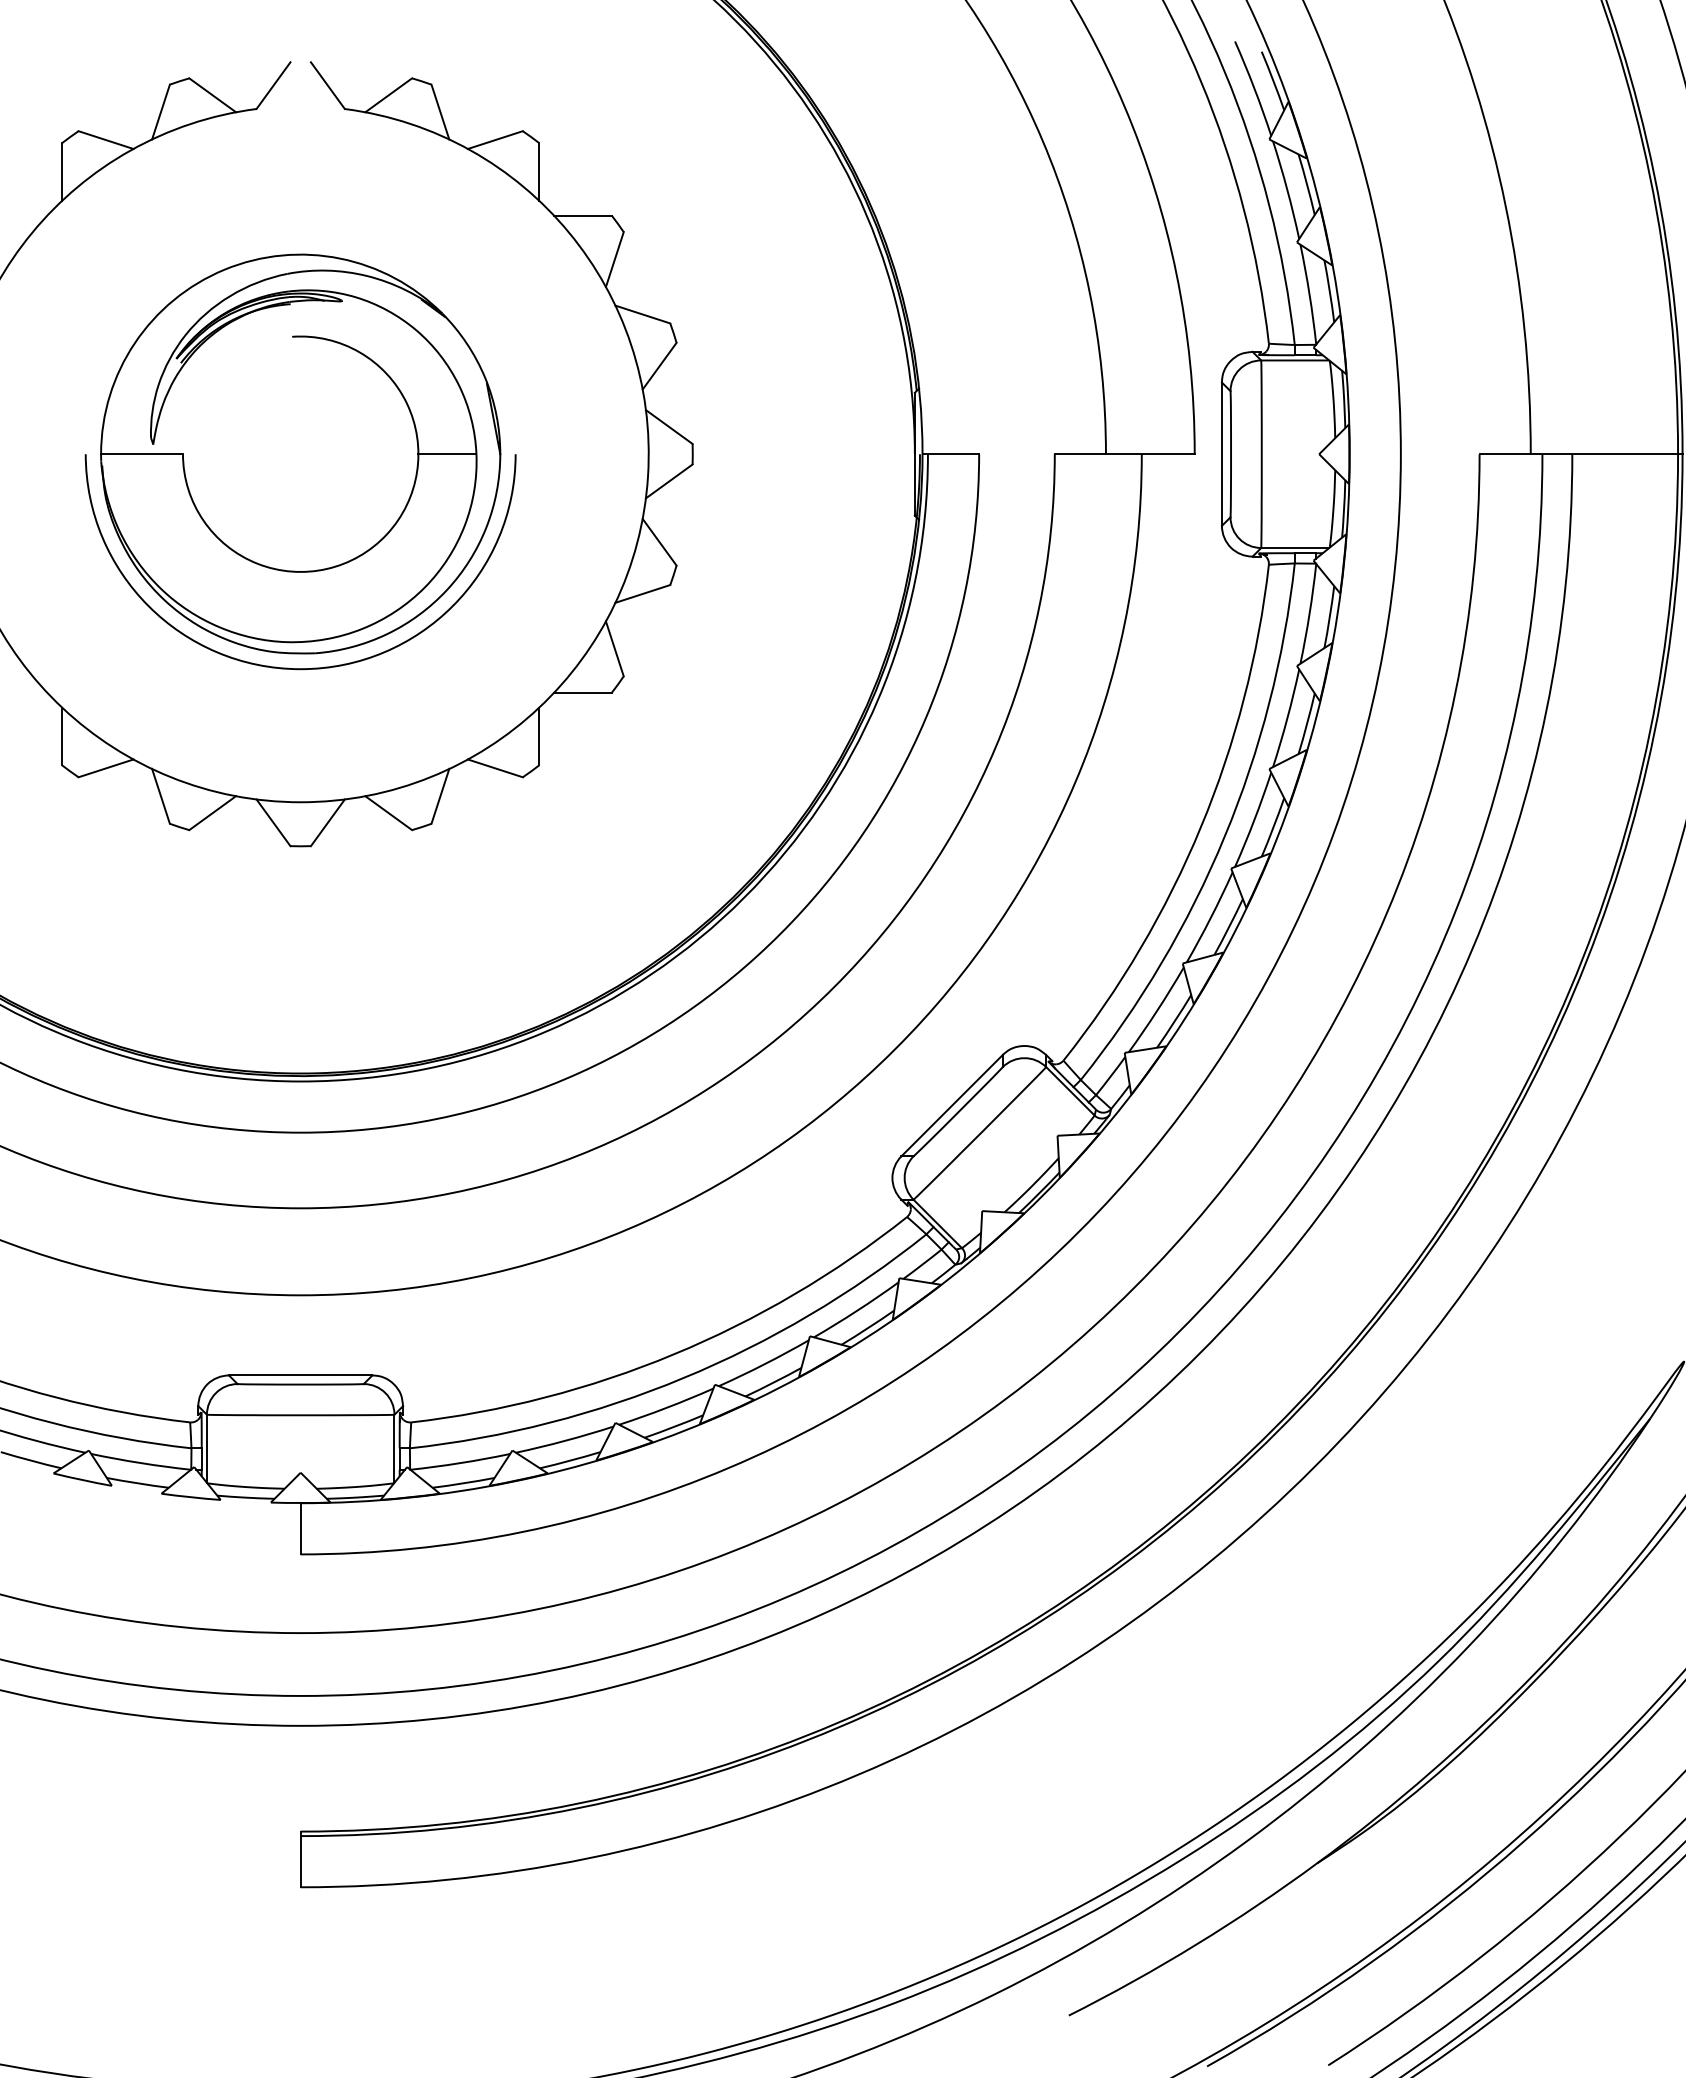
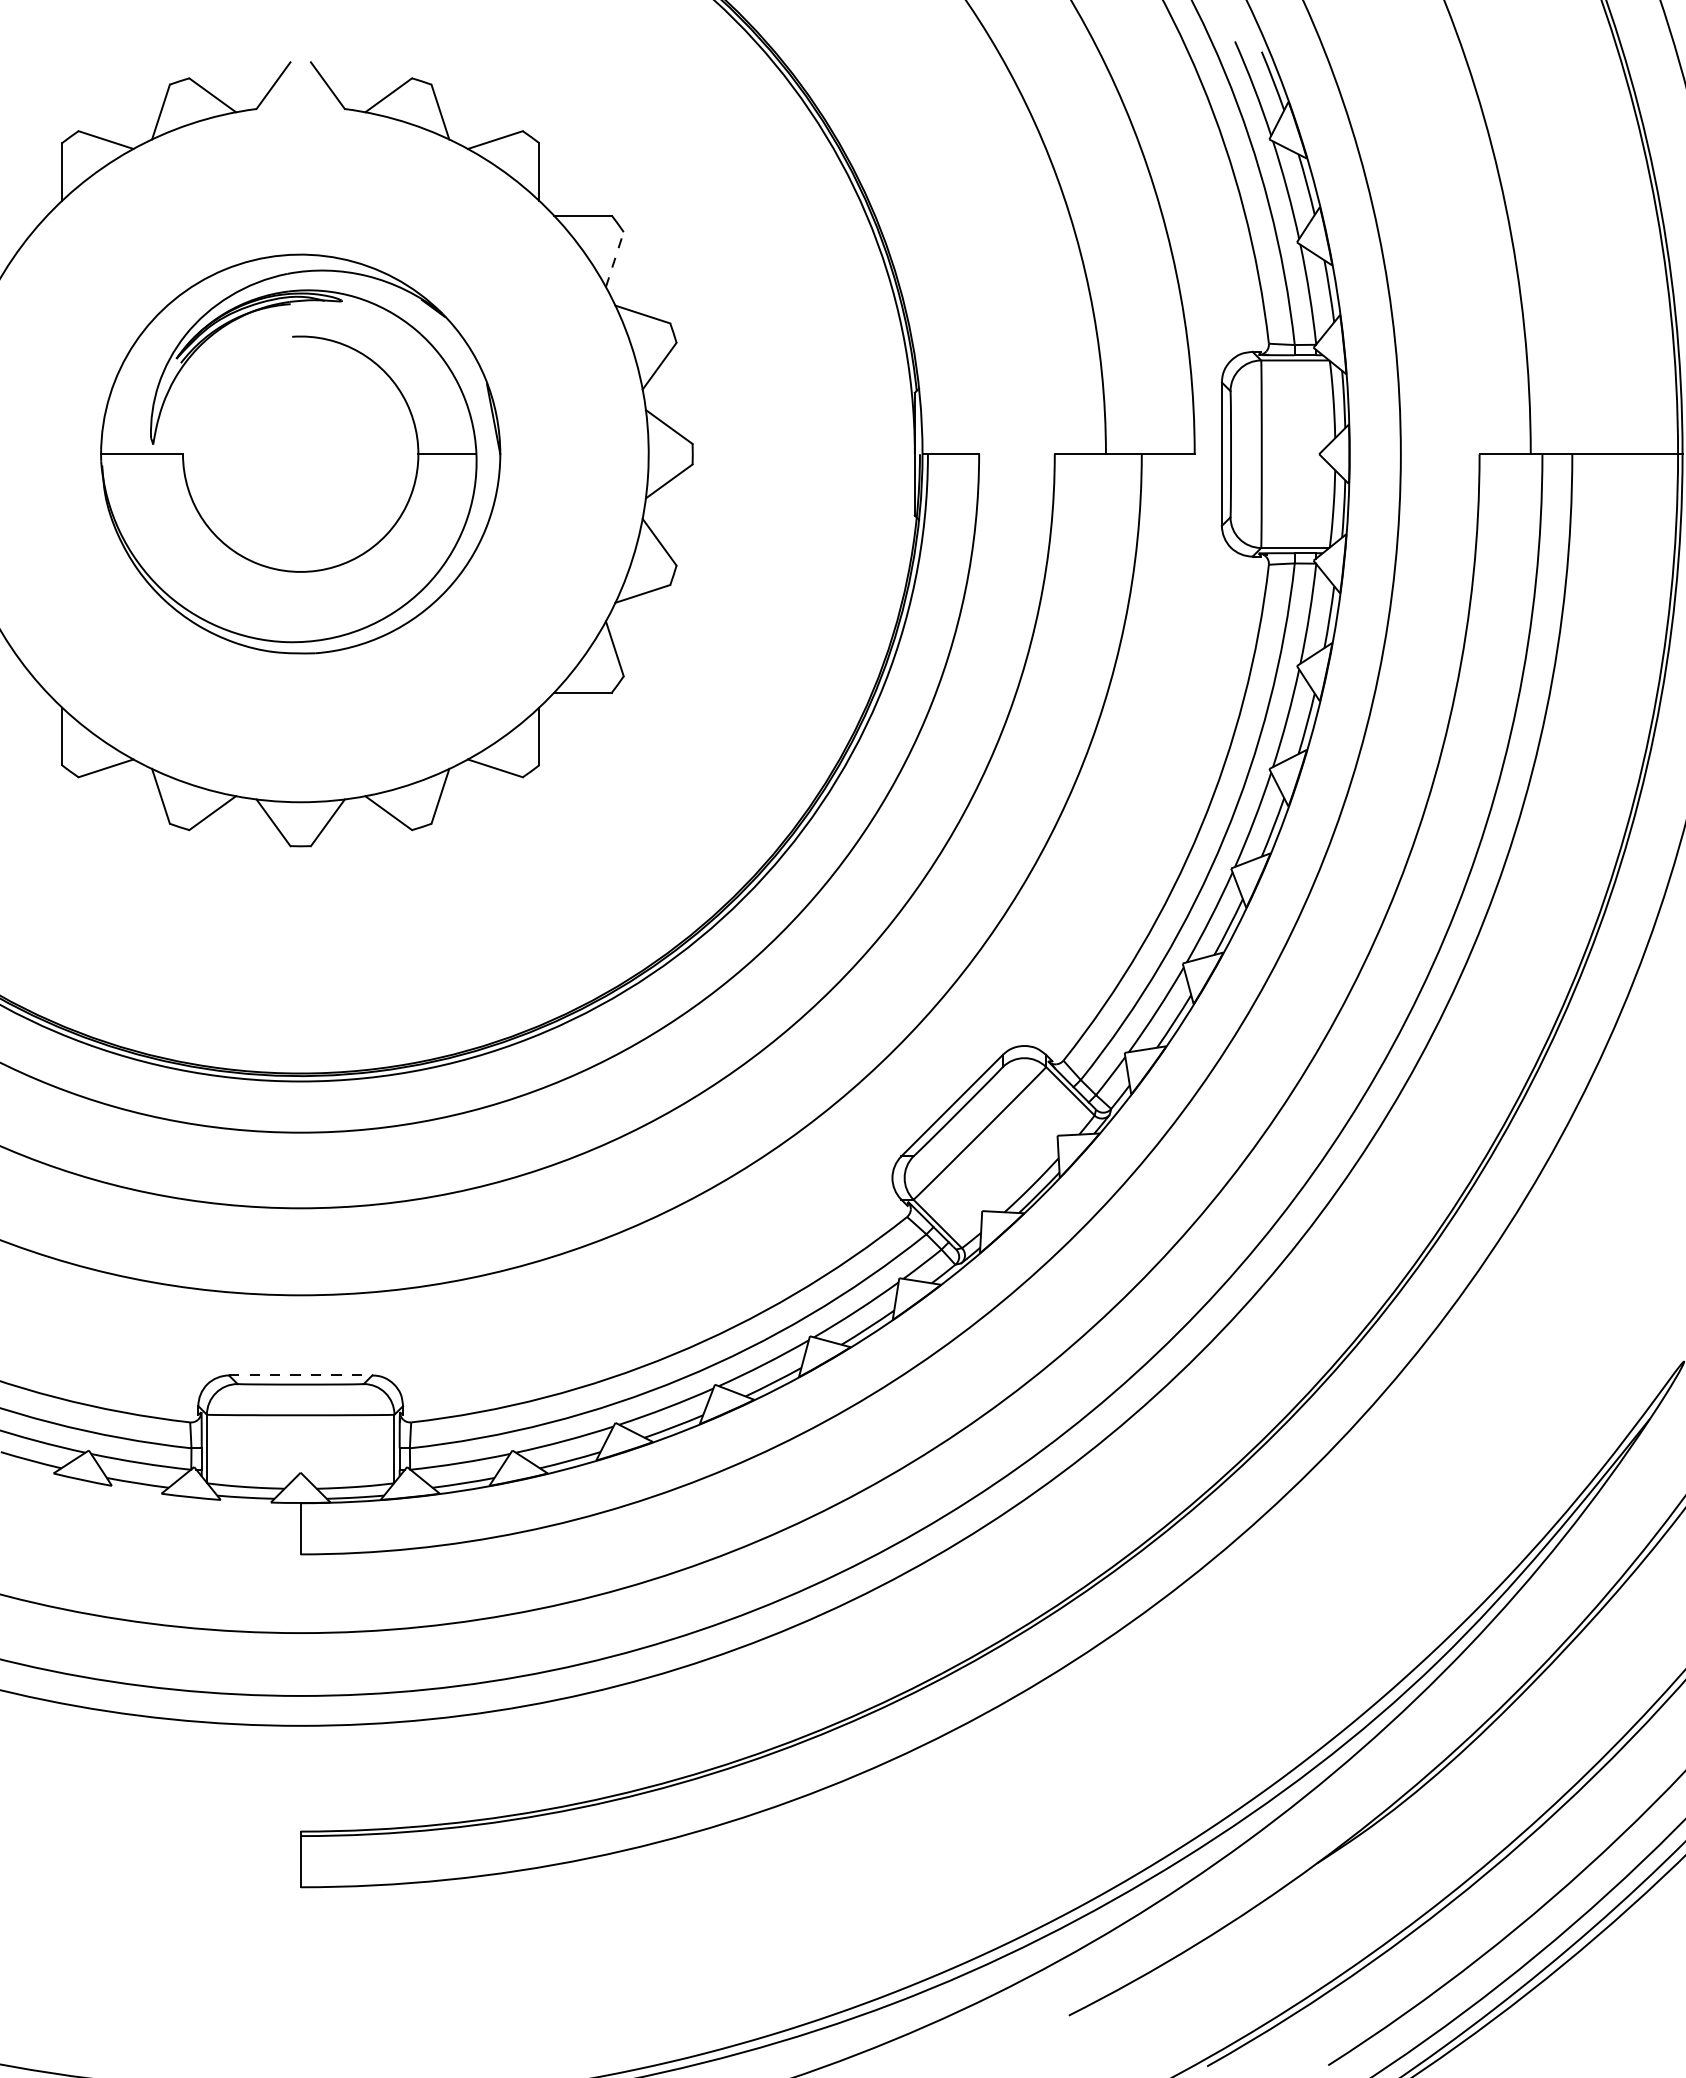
line at (614, 259): solid -> dashed
arc at (288, 667): present -> none
line at (300, 1375): solid -> dashed
